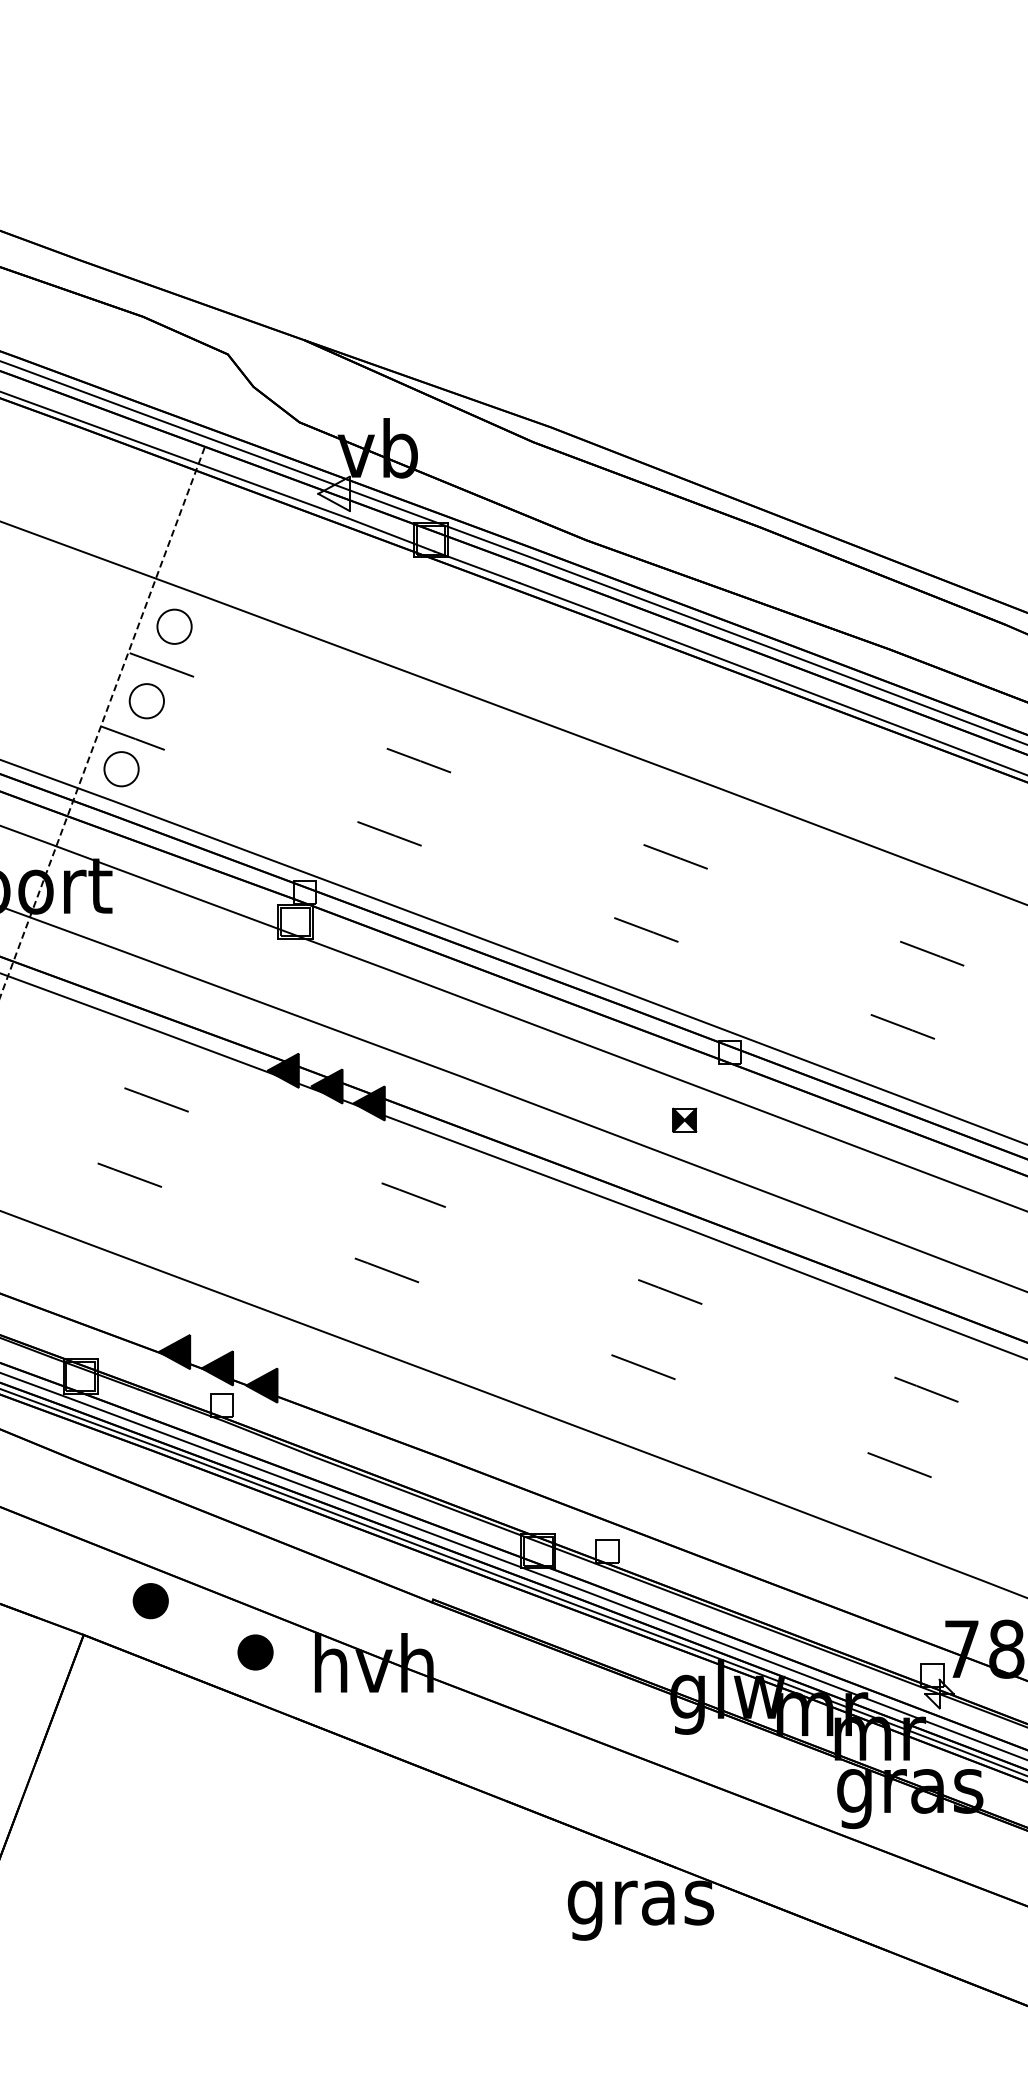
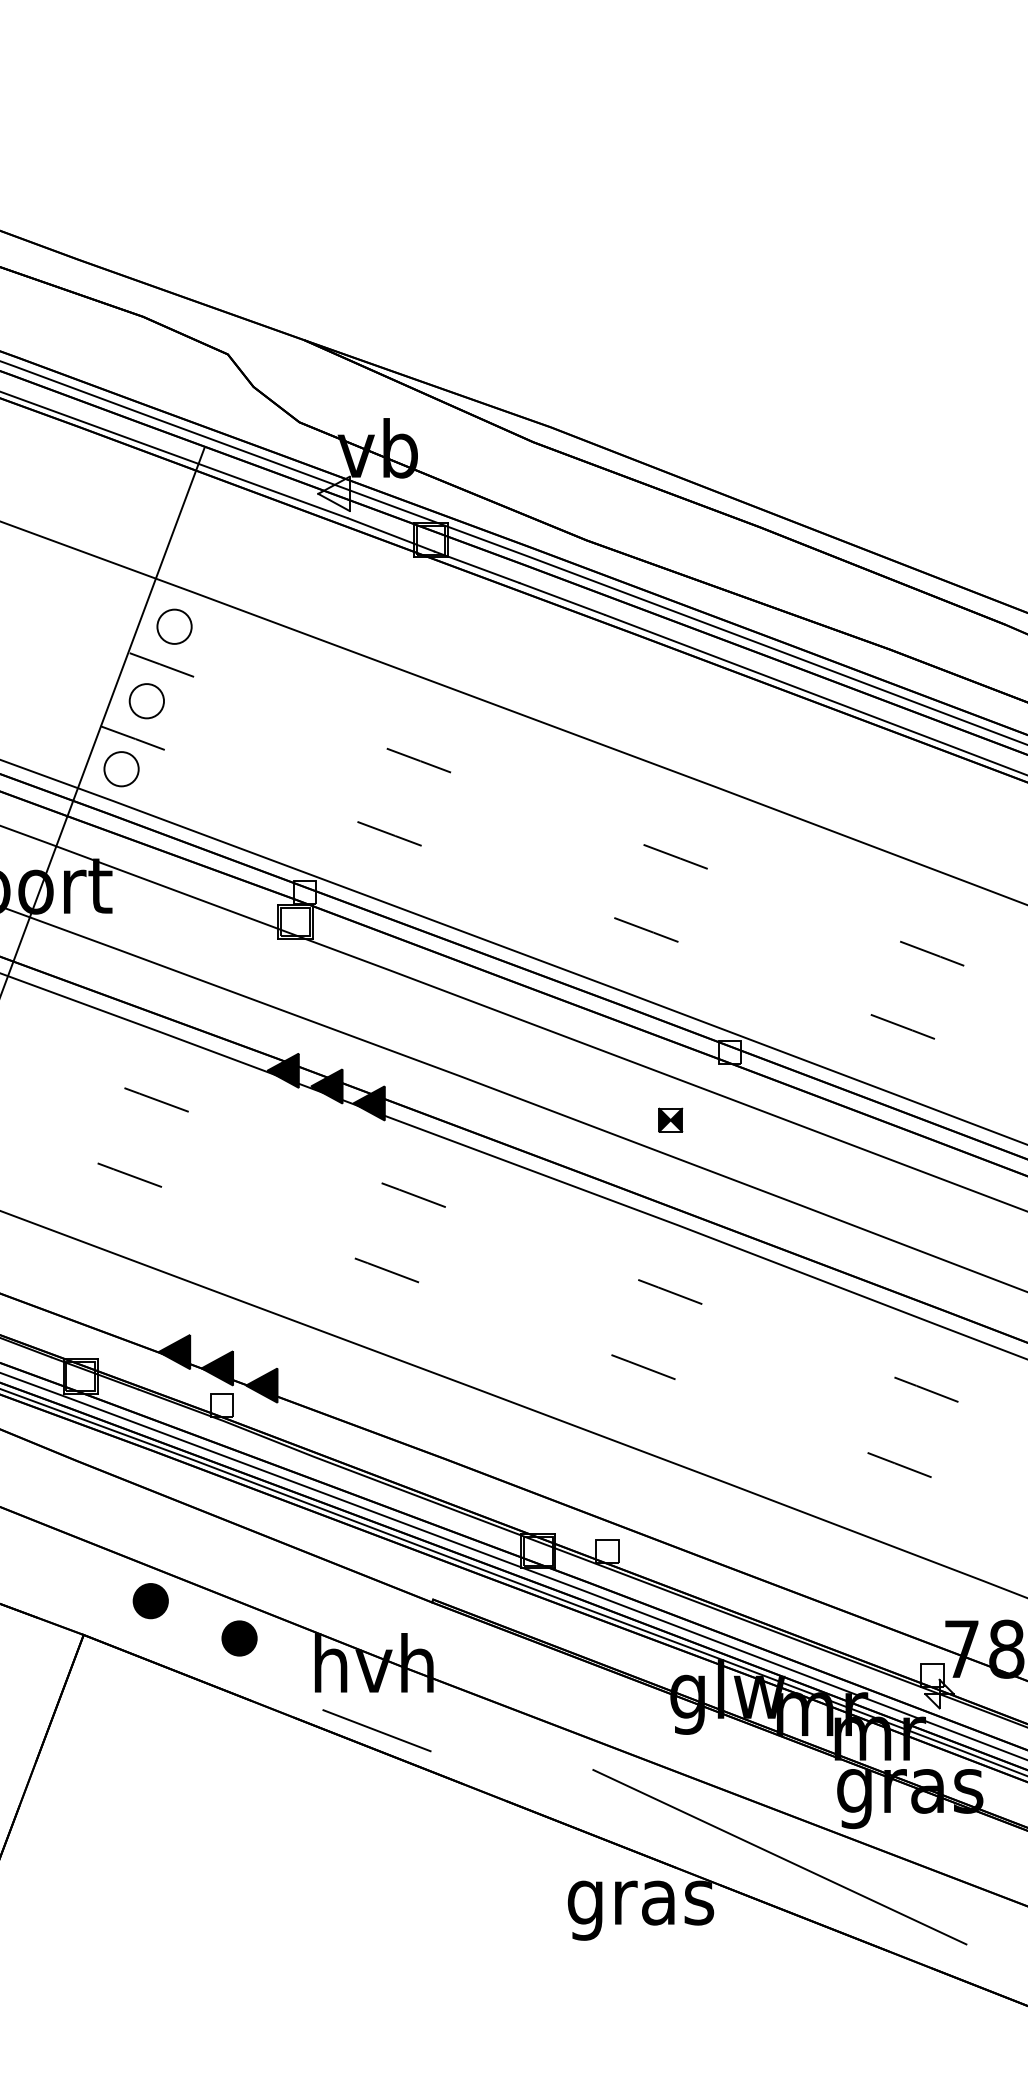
line at (102, 722): dashed -> solid
part at (684, 1119) position: (684, 1119) -> (670, 1119)
part at (255, 1652) position: (255, 1652) -> (239, 1638)
line at (376, 1730): none -> present
line at (779, 1856): none -> present
